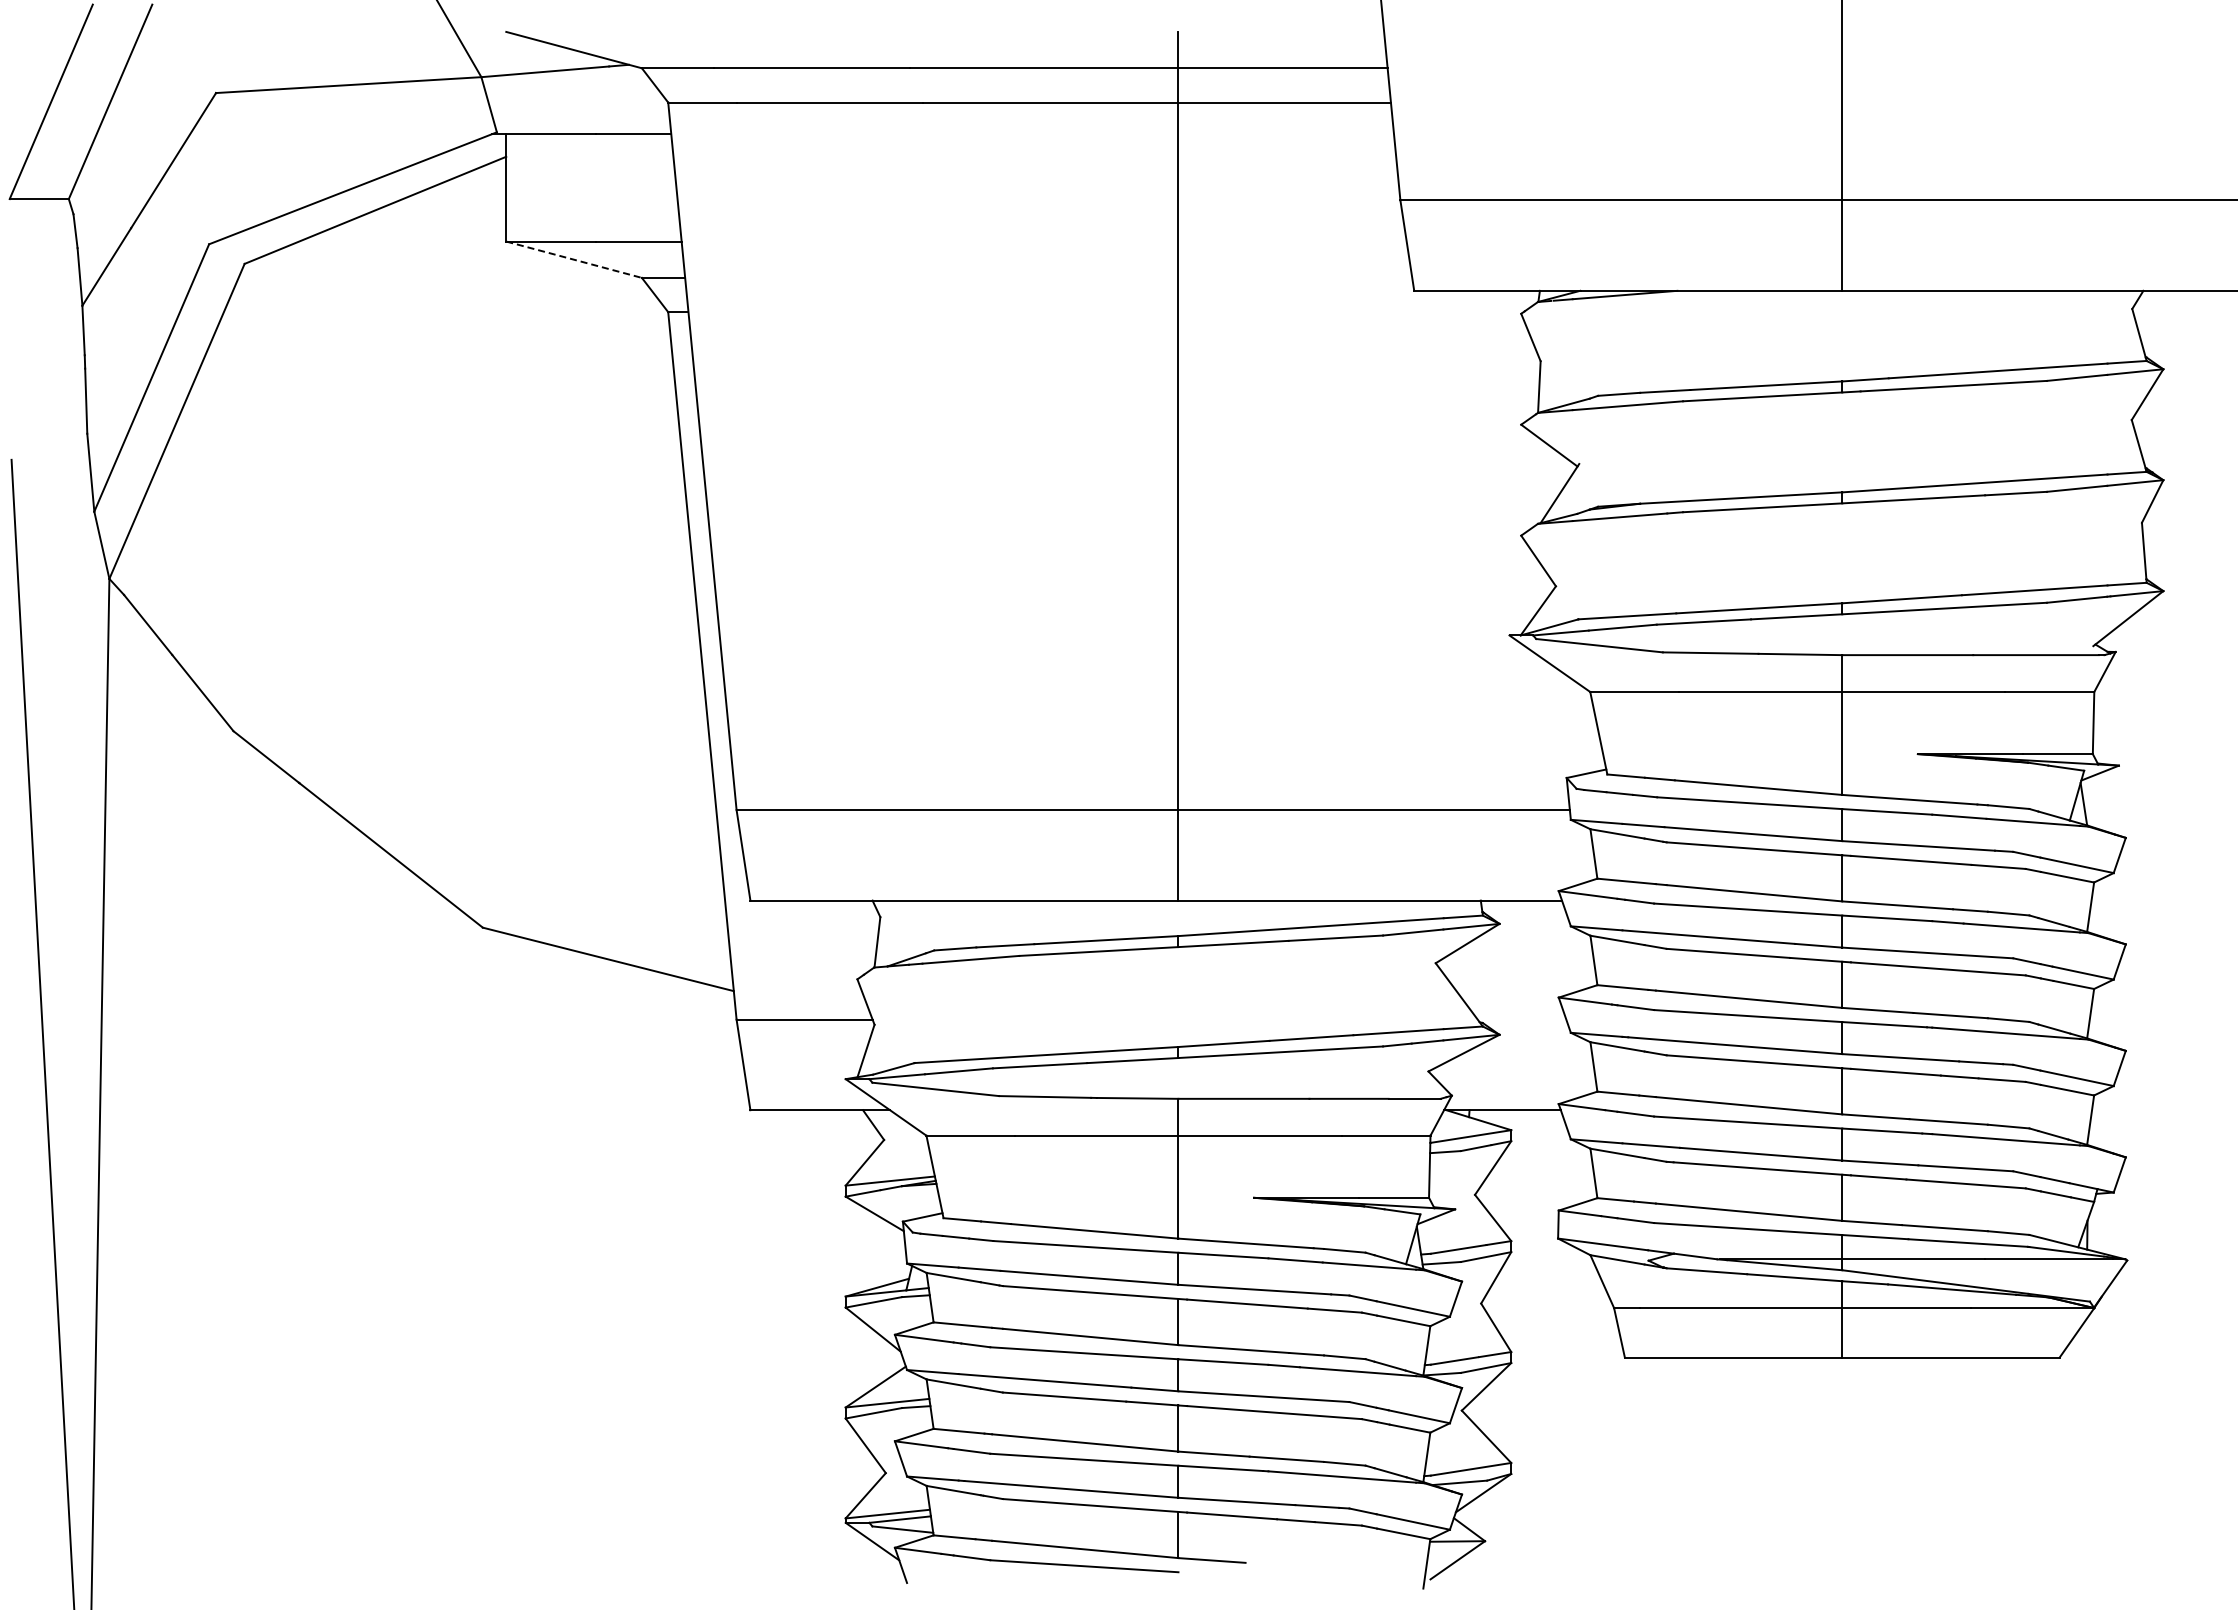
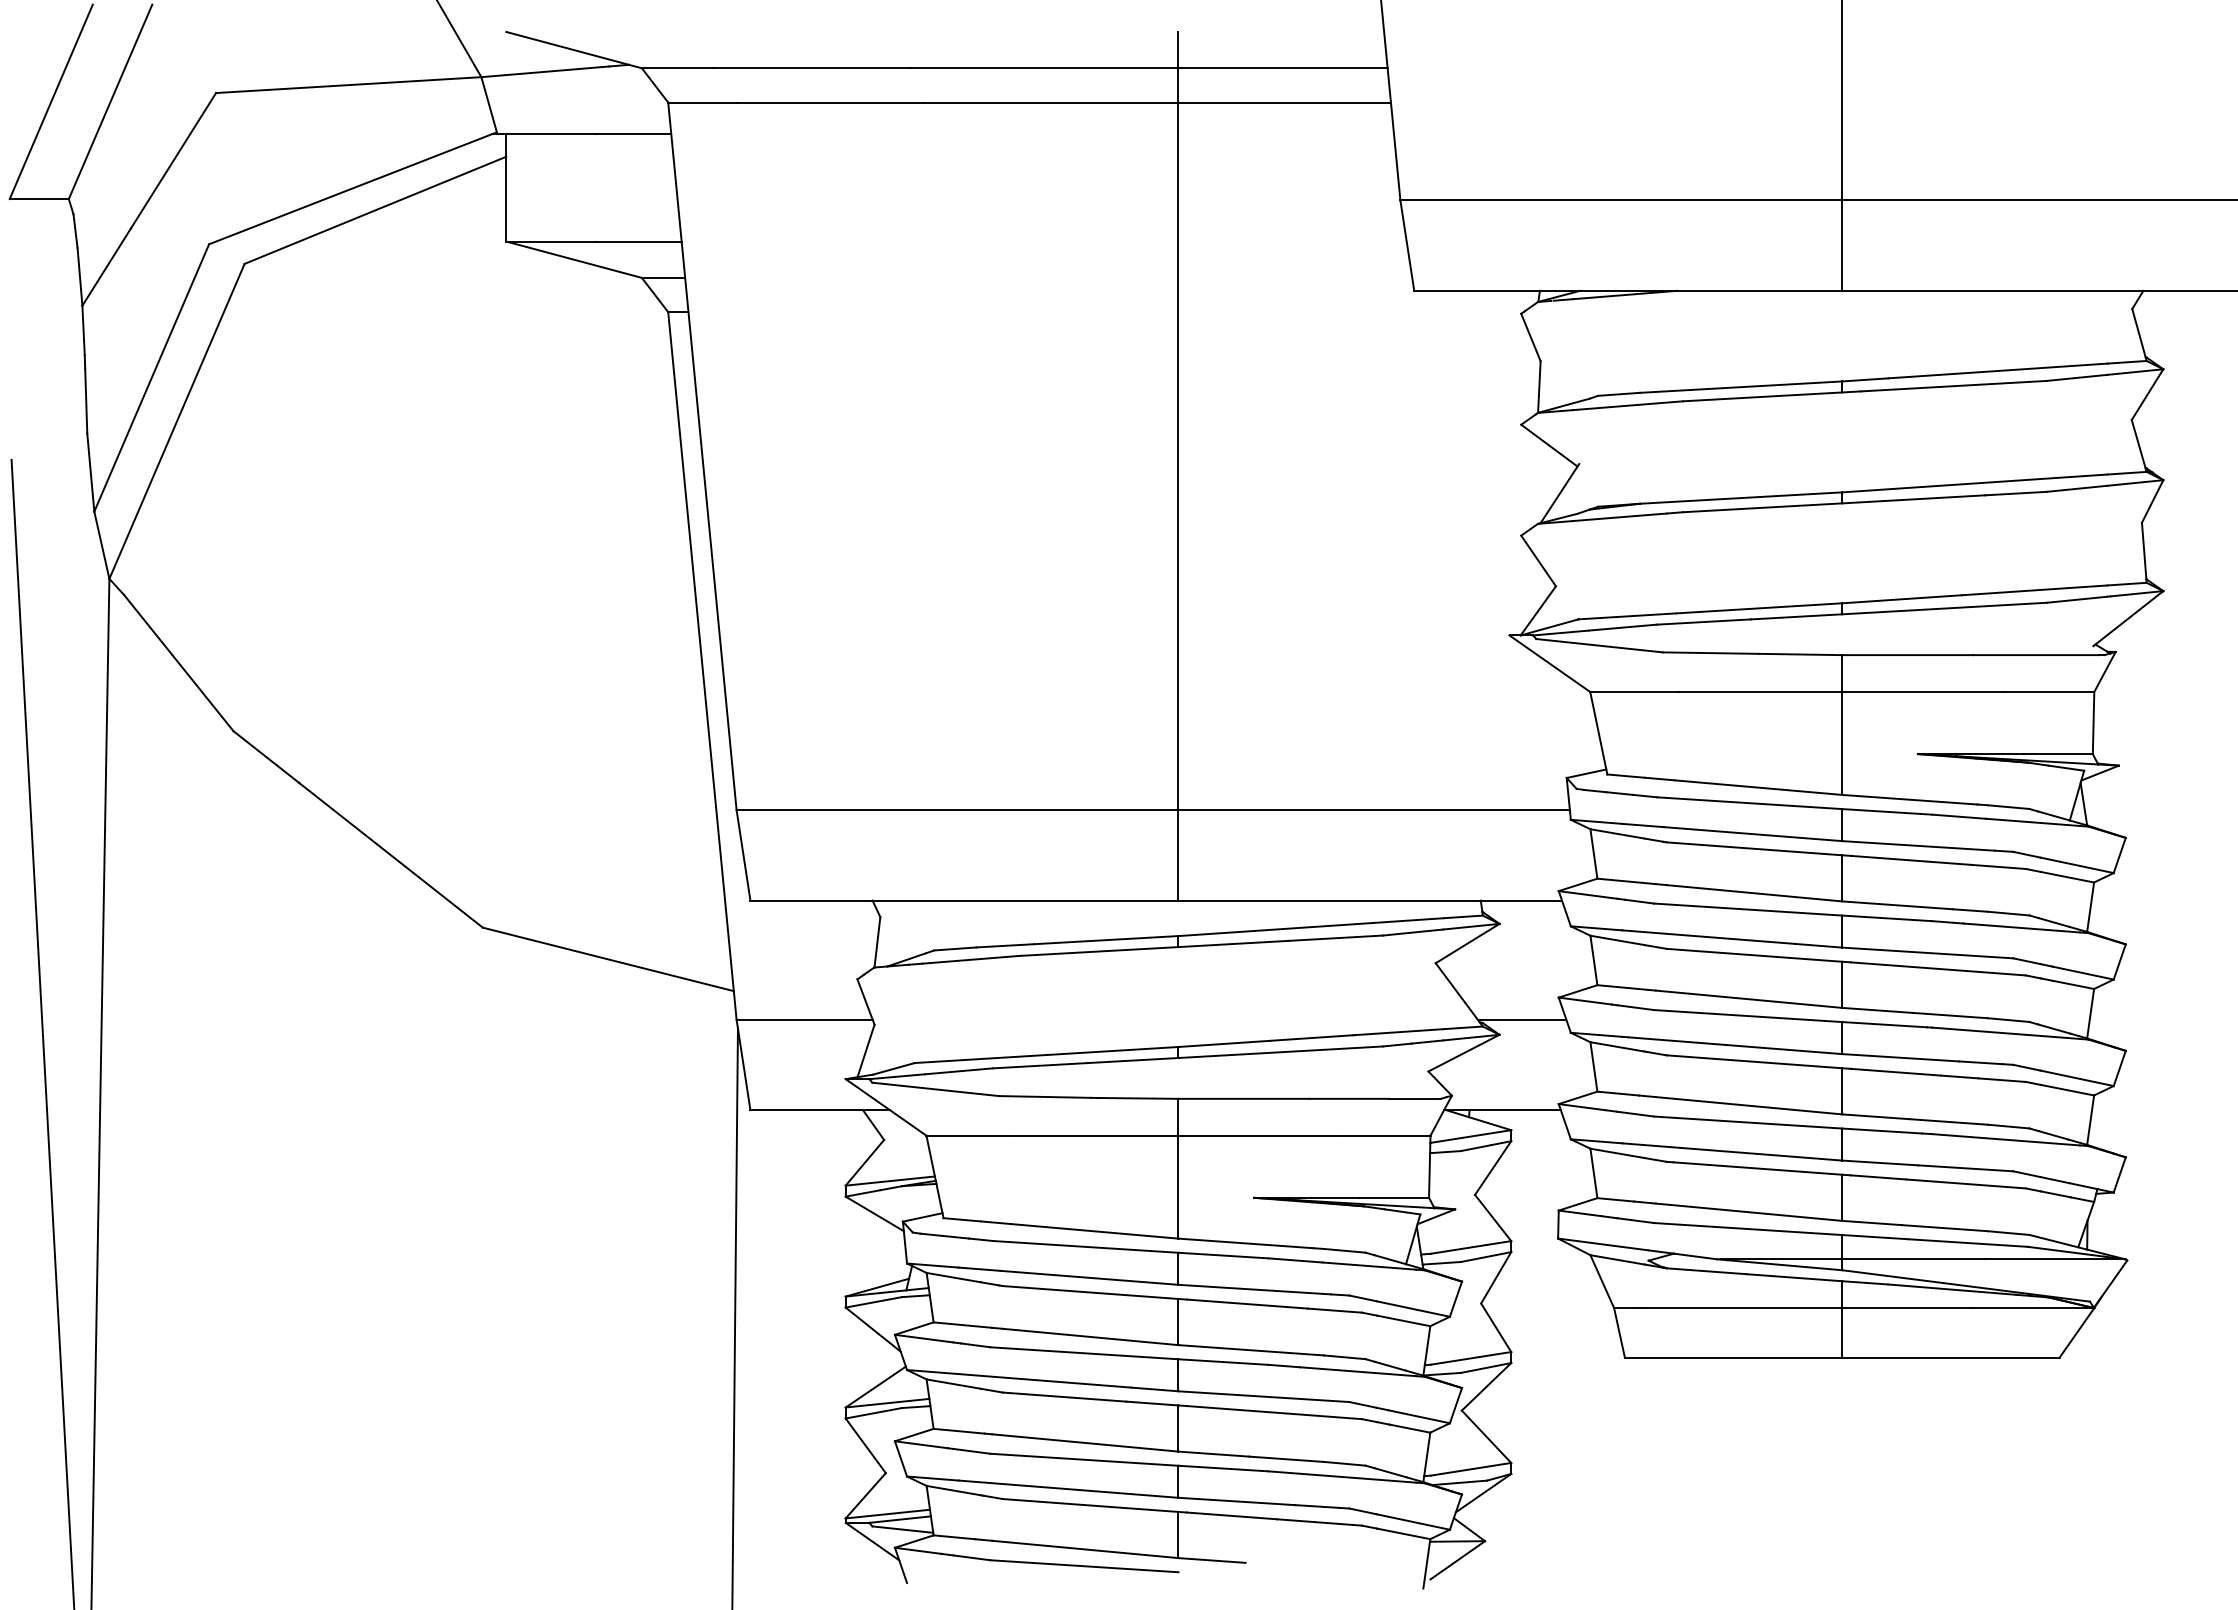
line at (574, 259): dashed -> solid
line at (1521, 1019): none -> present
line at (734, 1317): none -> present
